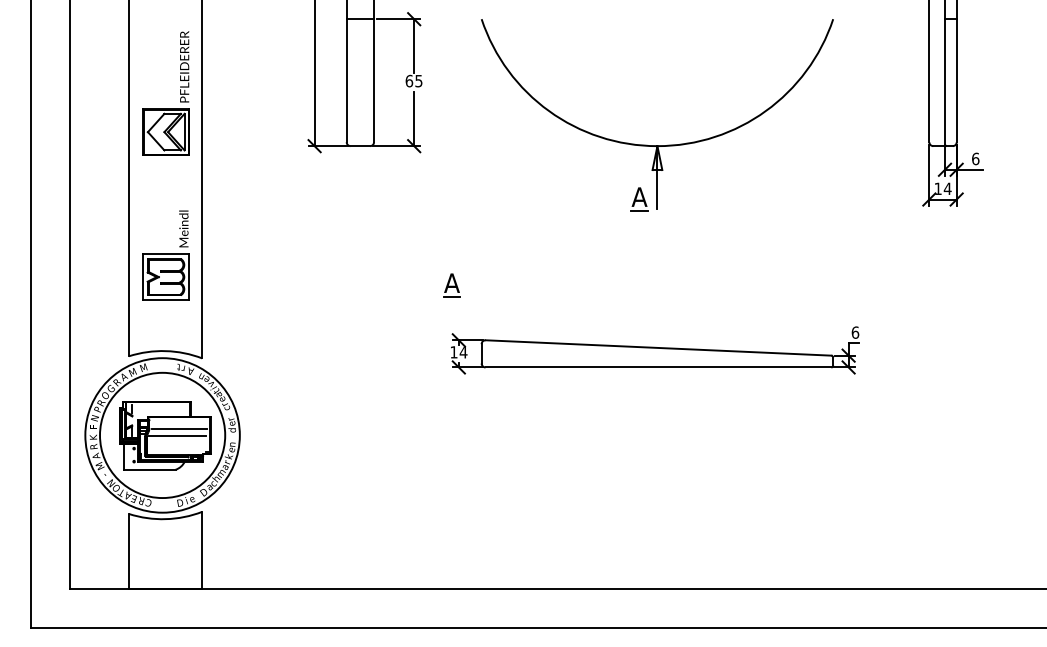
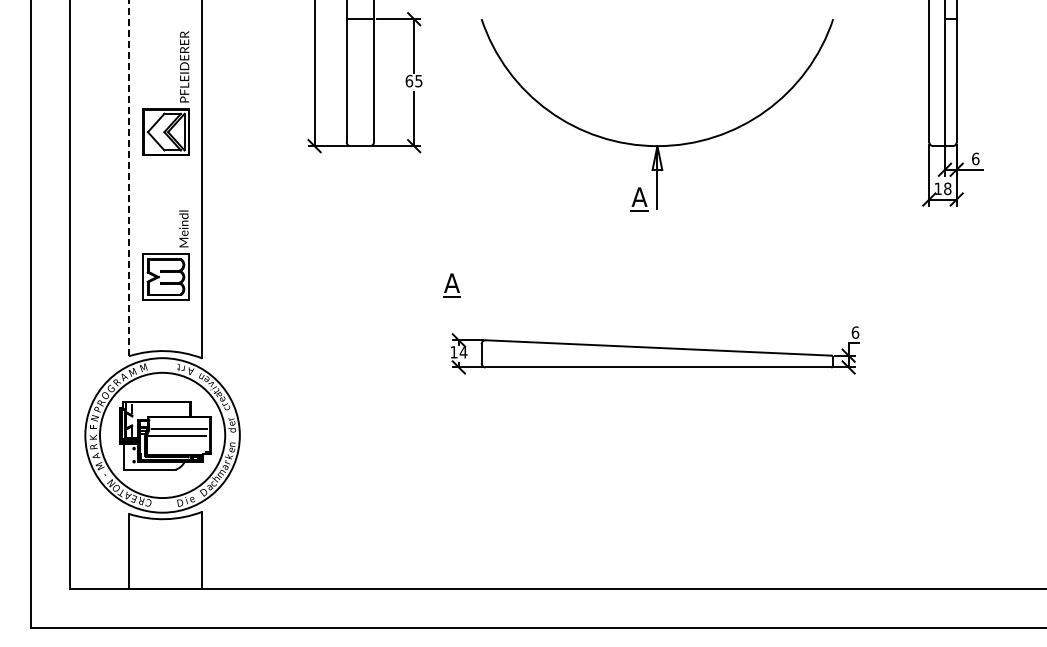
line at (129, 178): solid -> dashed
text at (947, 188): 14 -> 18
